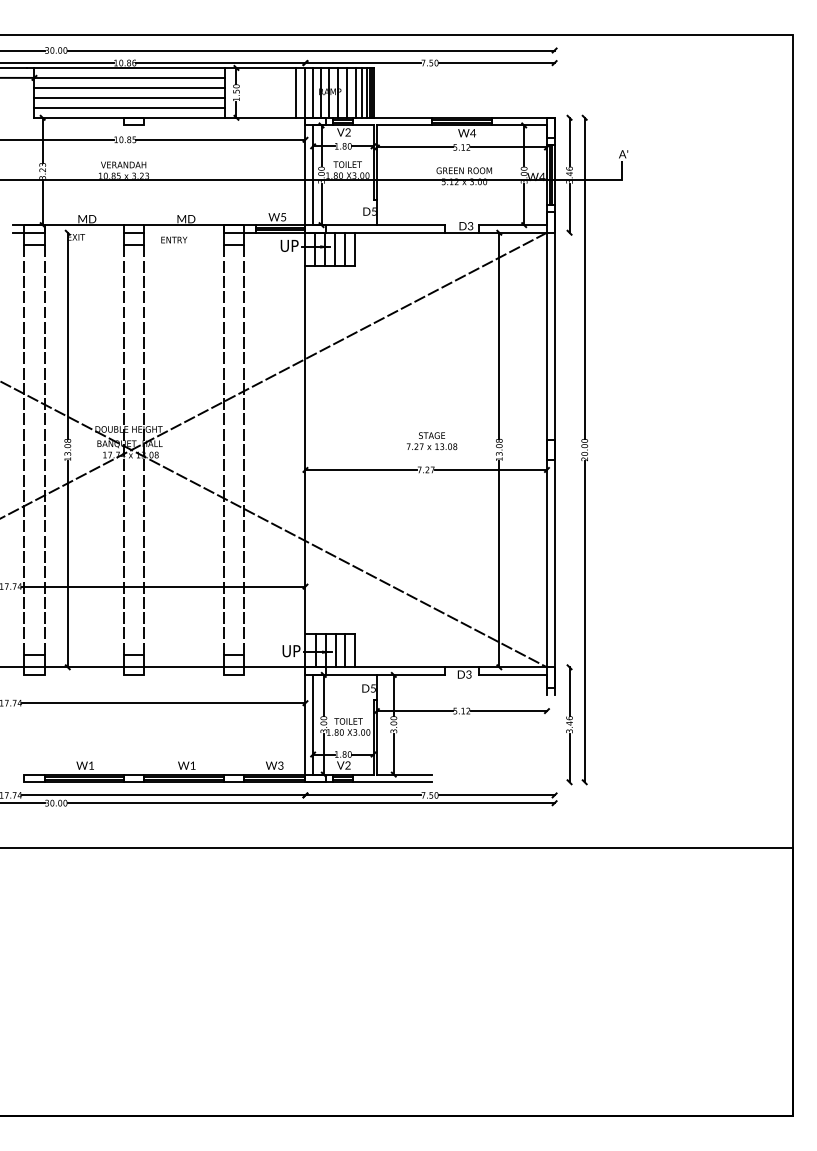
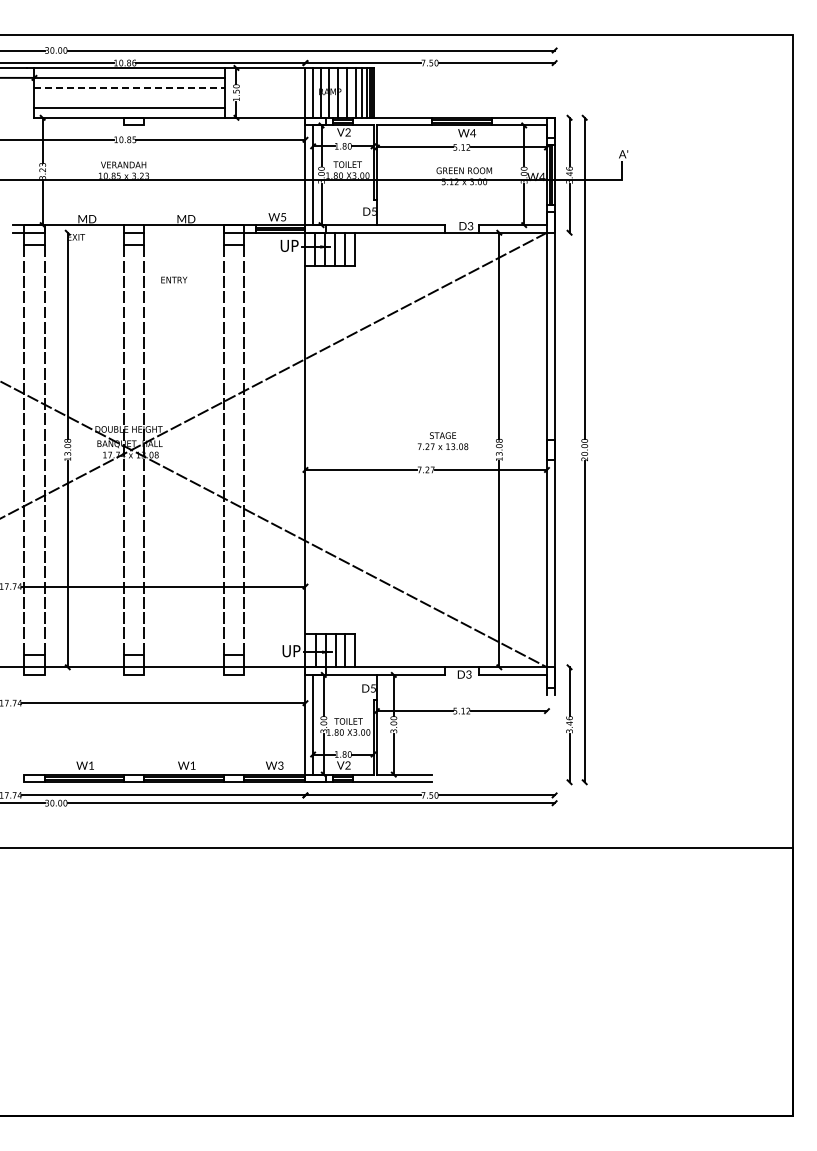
line at (130, 87): solid -> dashed
line at (296, 92): present -> none
line at (129, 97): present -> none
text at (173, 239) position: (173, 239) -> (173, 279)
text at (431, 441) position: (431, 441) -> (442, 441)
